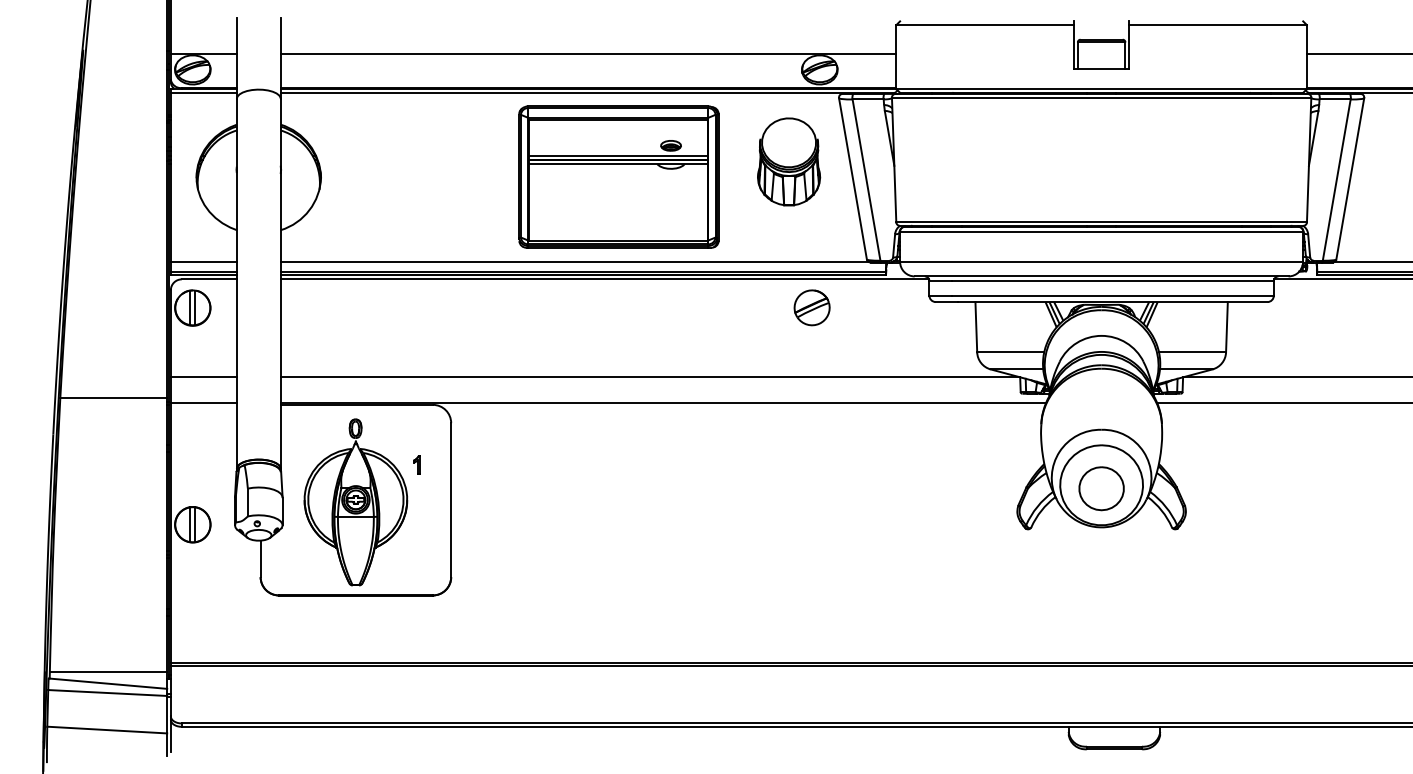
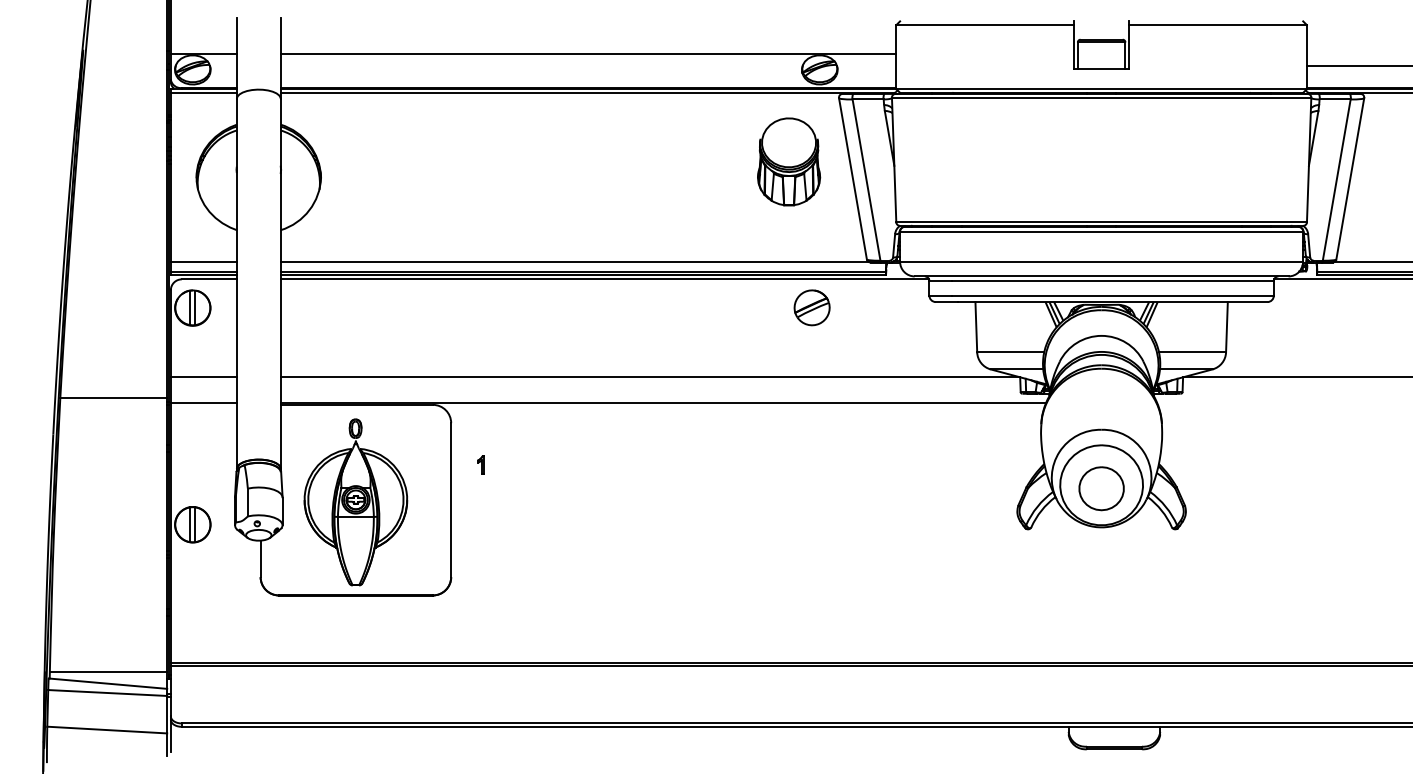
line at (1357, 54) position: (1357, 54) -> (1357, 66)
part at (618, 176): present -> none
line at (1283, 402): present -> none
part at (416, 464) position: (416, 464) -> (480, 464)
